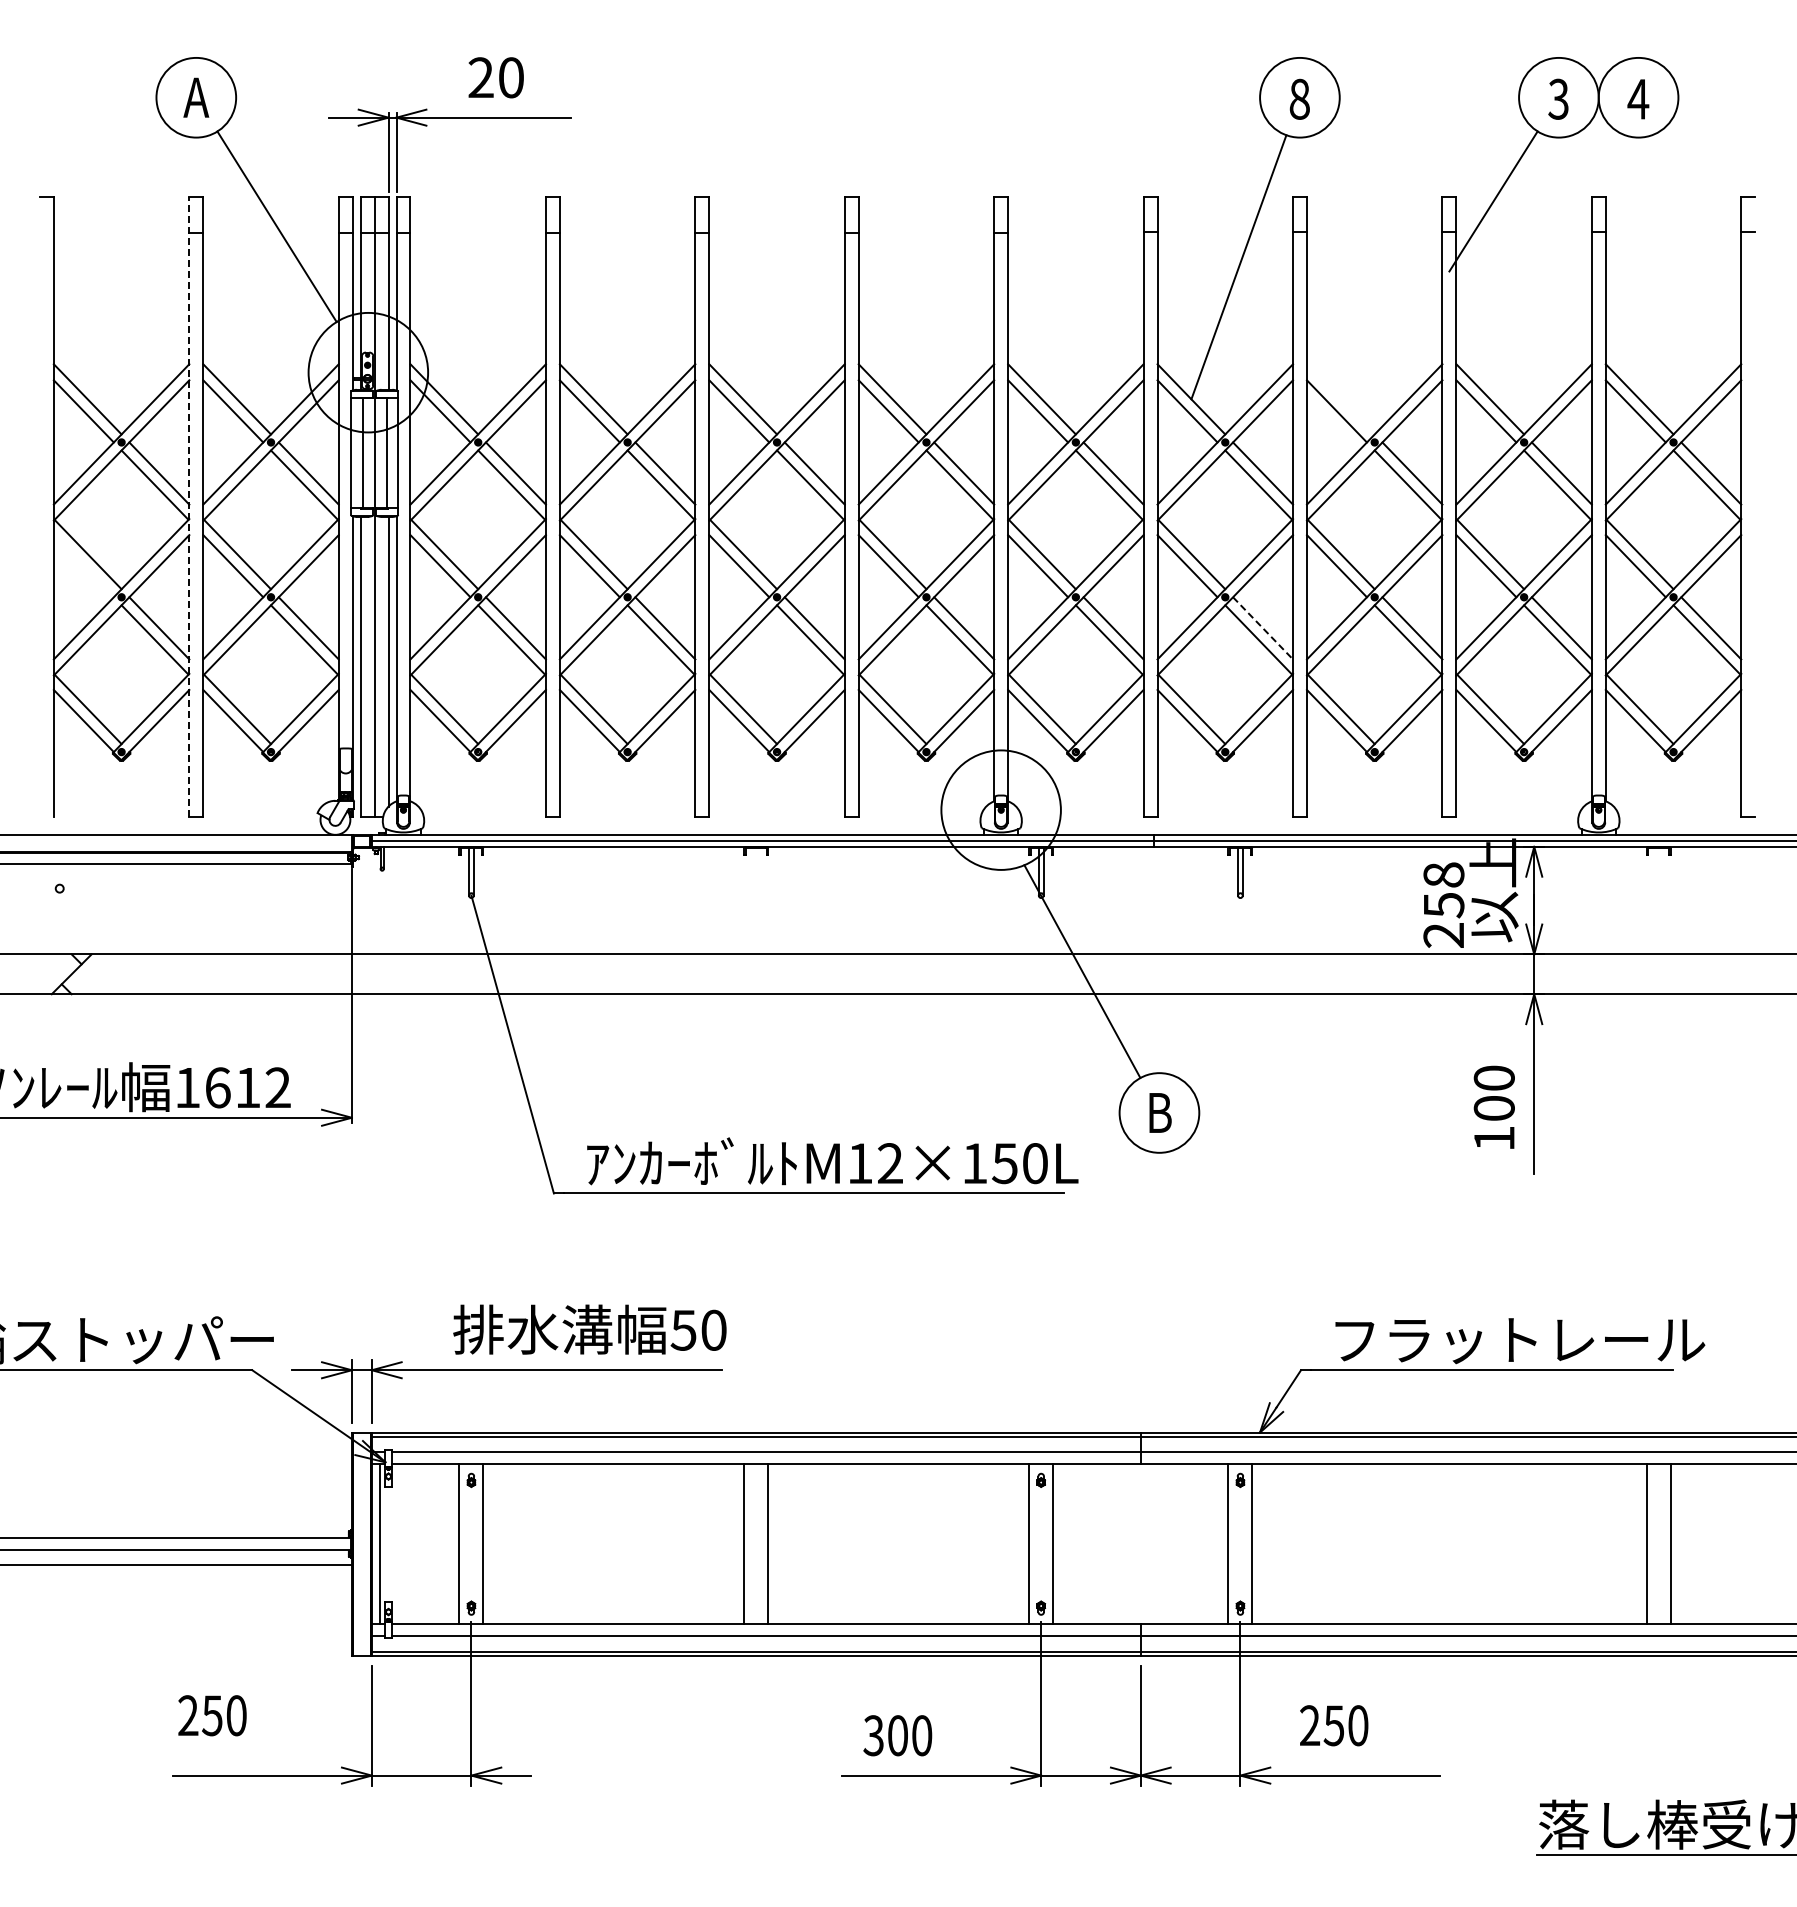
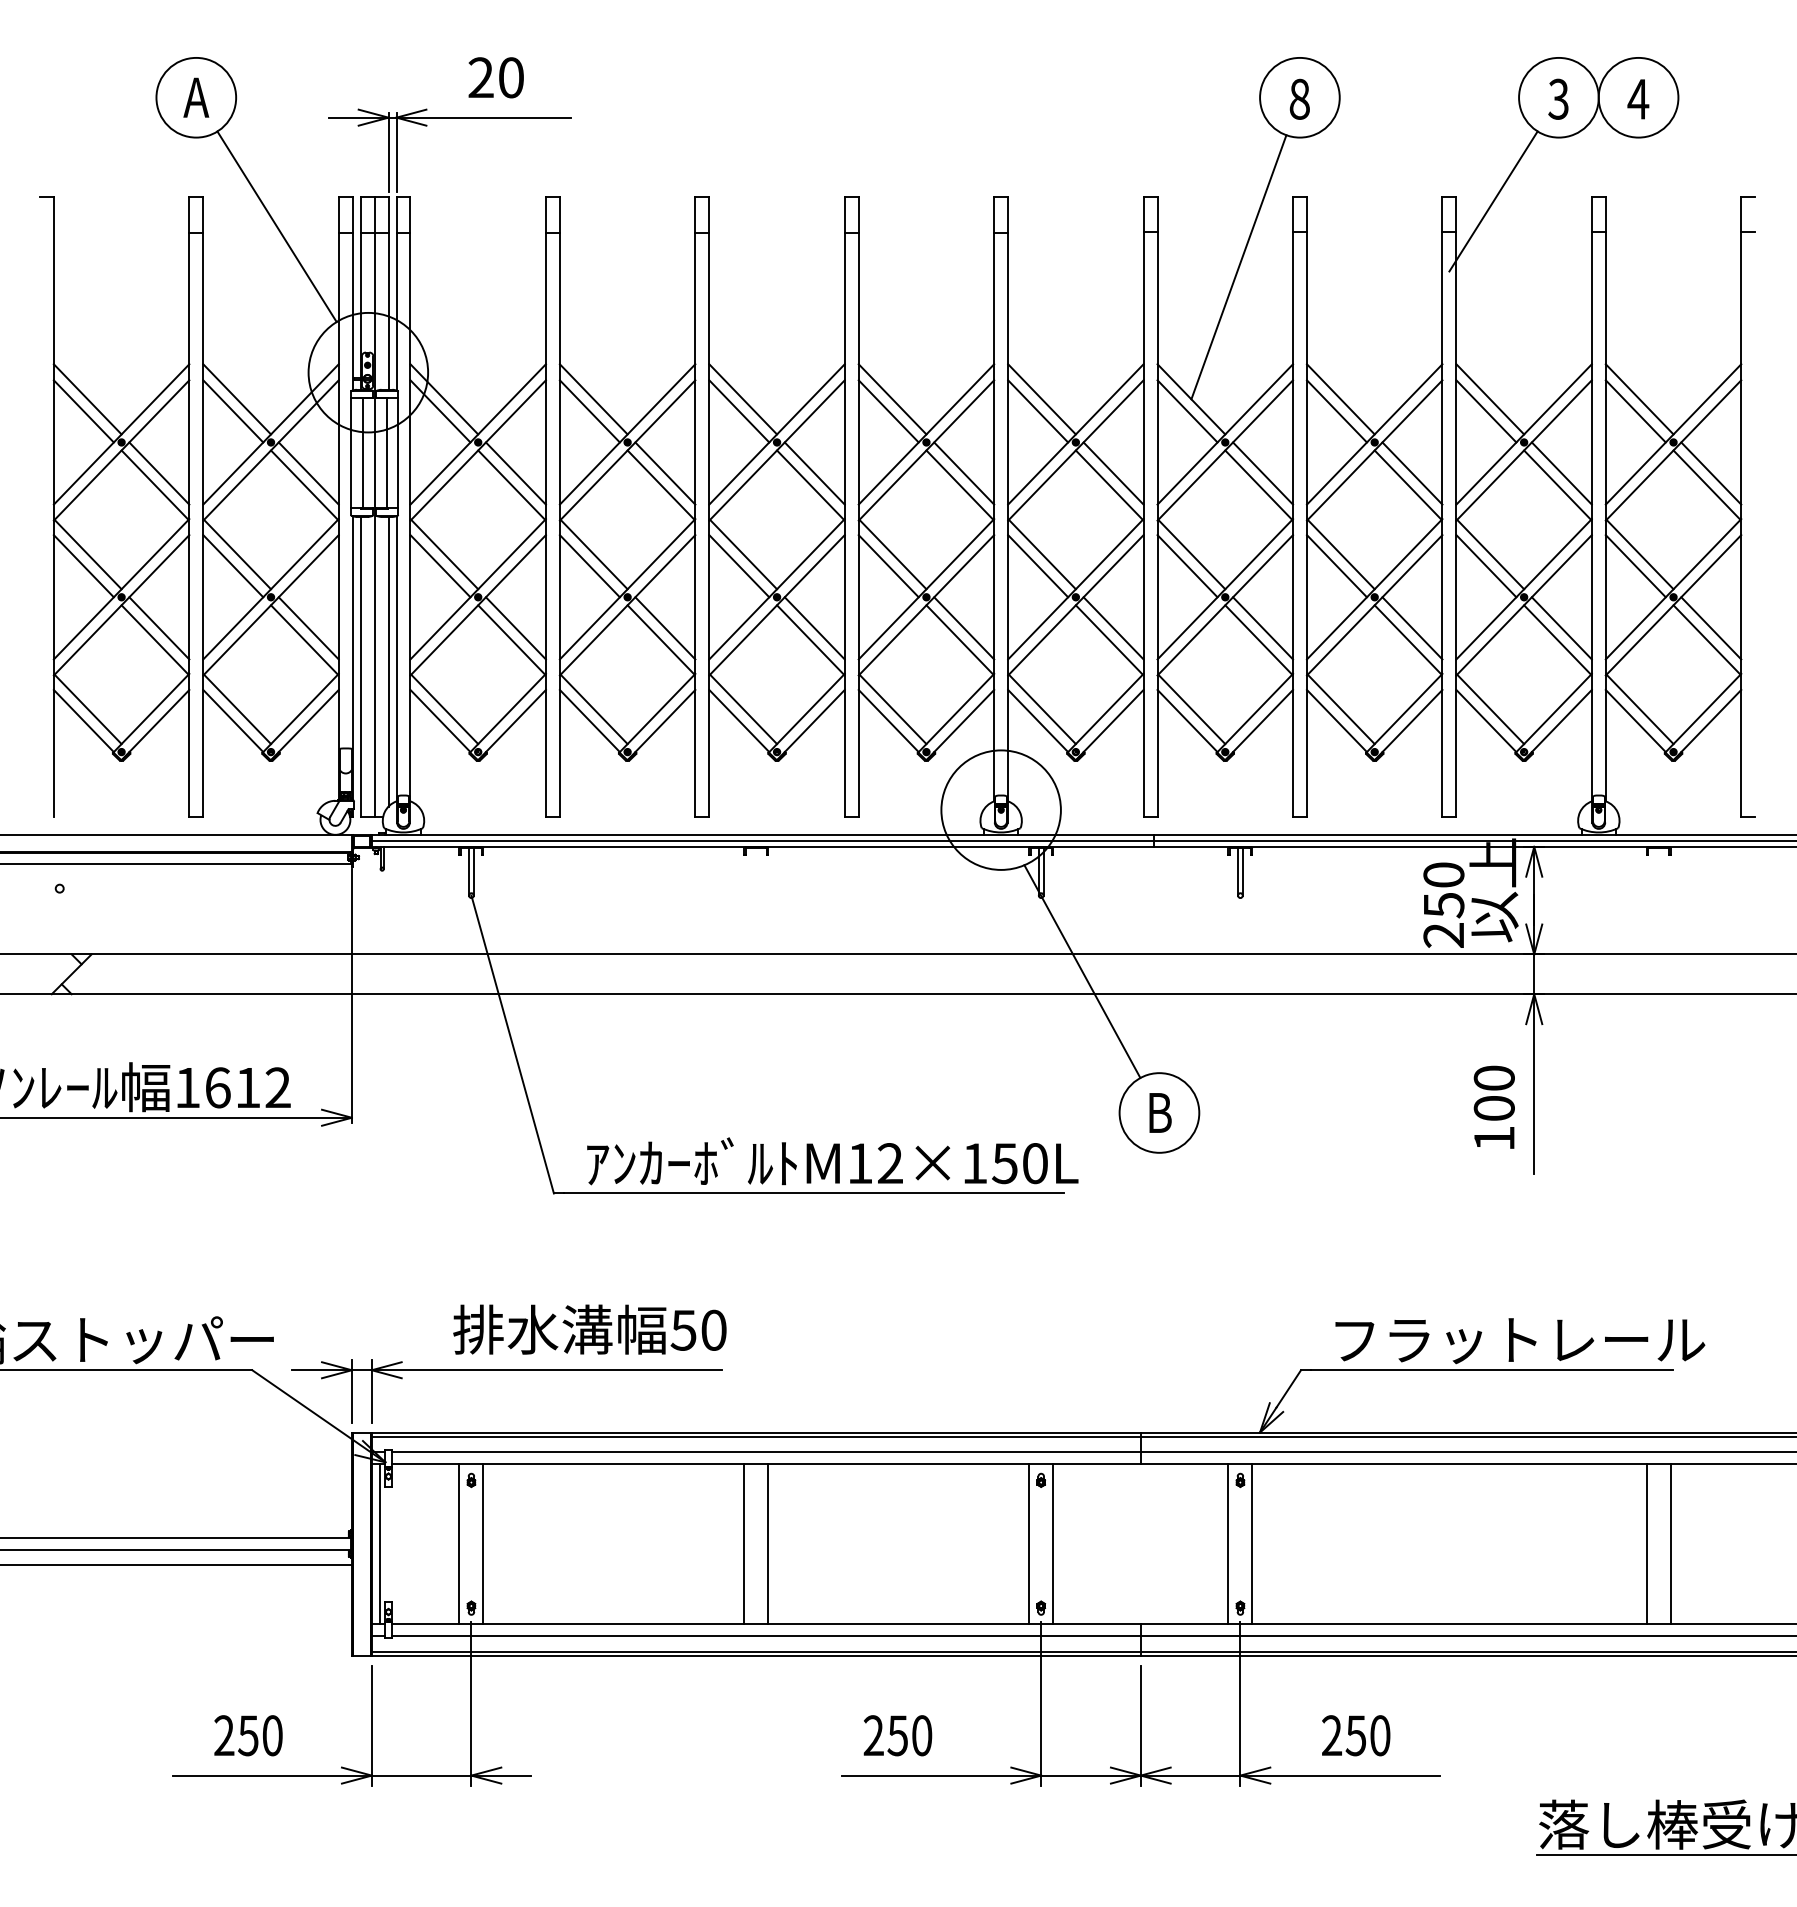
line at (1340, 399): none -> present
line at (189, 507): dashed -> solid
line at (83, 566): none -> present
line at (1263, 628): dashed -> solid
text at (1443, 874): 258 -> 250
text at (212, 1715) position: (212, 1715) -> (248, 1735)
text at (1334, 1725) position: (1334, 1725) -> (1356, 1735)
text at (885, 1735): 300 -> 250
